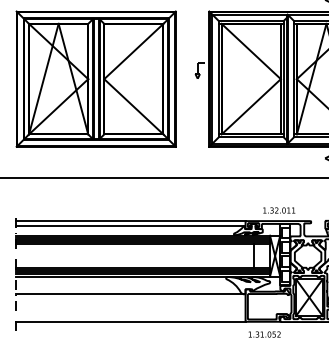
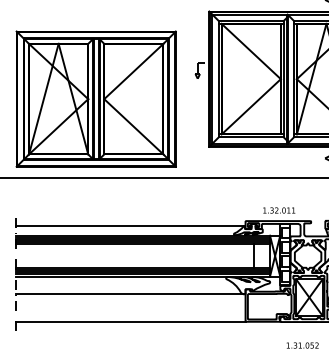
part at (95, 78) position: (95, 78) -> (95, 98)
line at (131, 220): present -> none
text at (264, 334) position: (264, 334) -> (302, 345)
